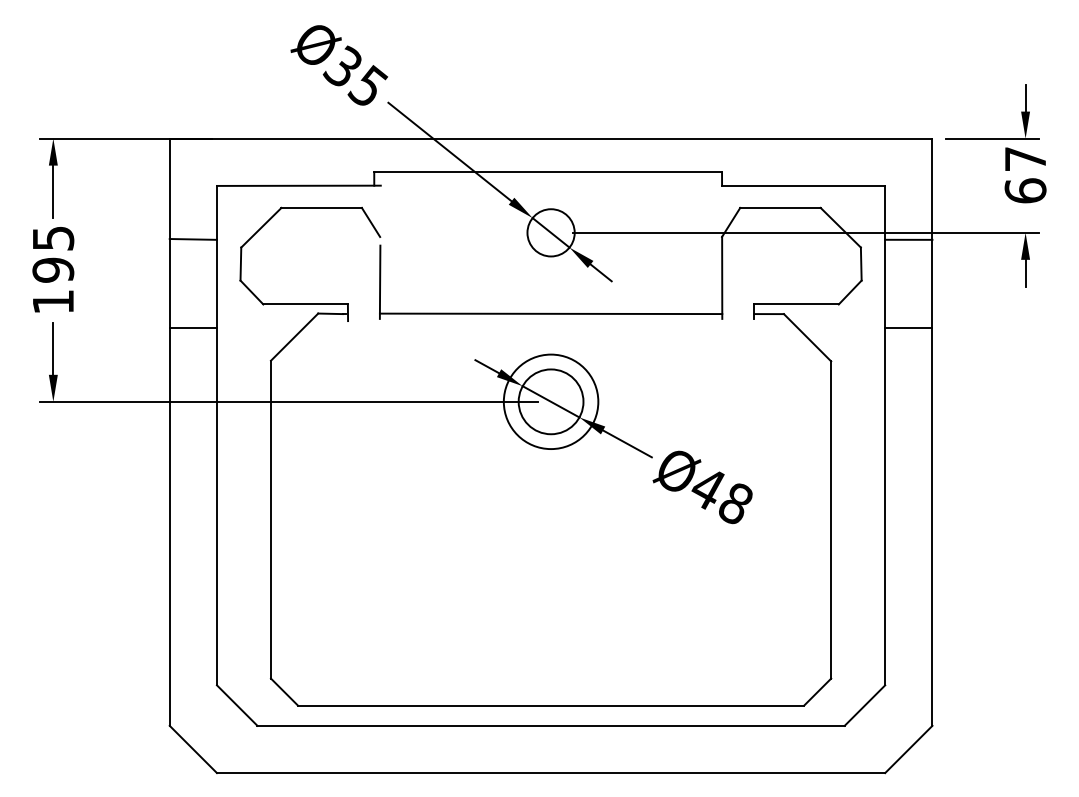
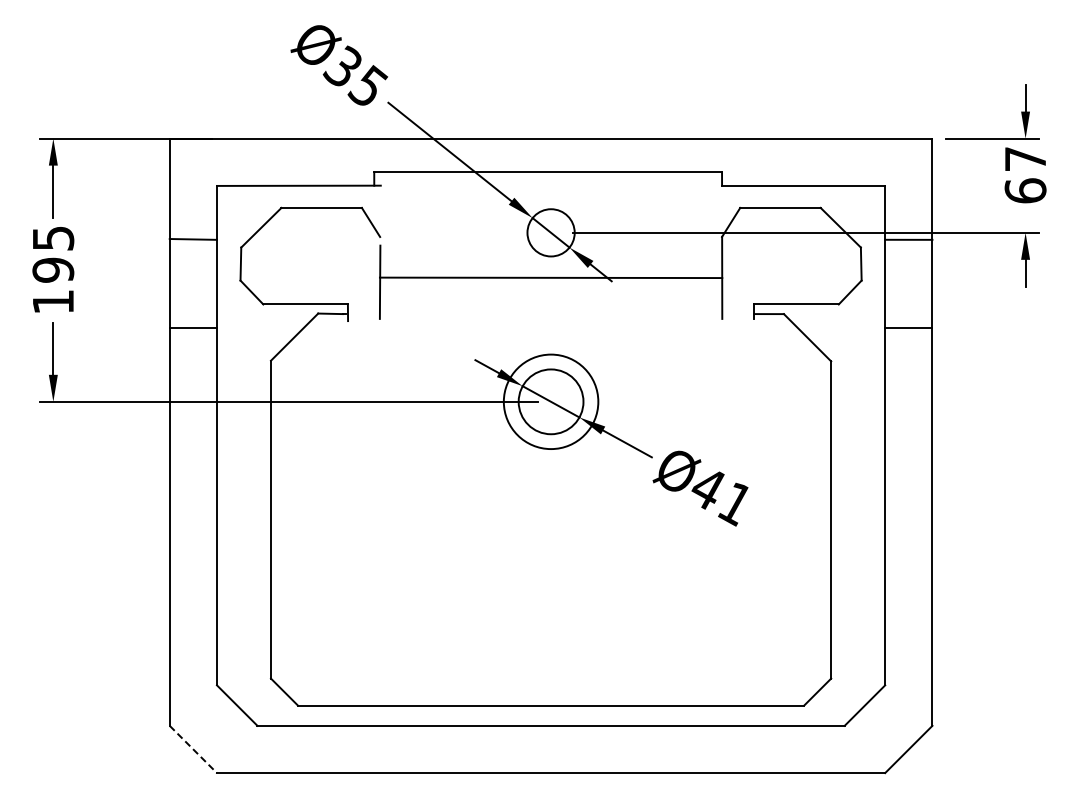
line at (550, 313) position: (550, 313) -> (550, 277)
text at (735, 504): Ø48 -> Ø41
line at (193, 749): solid -> dashed
